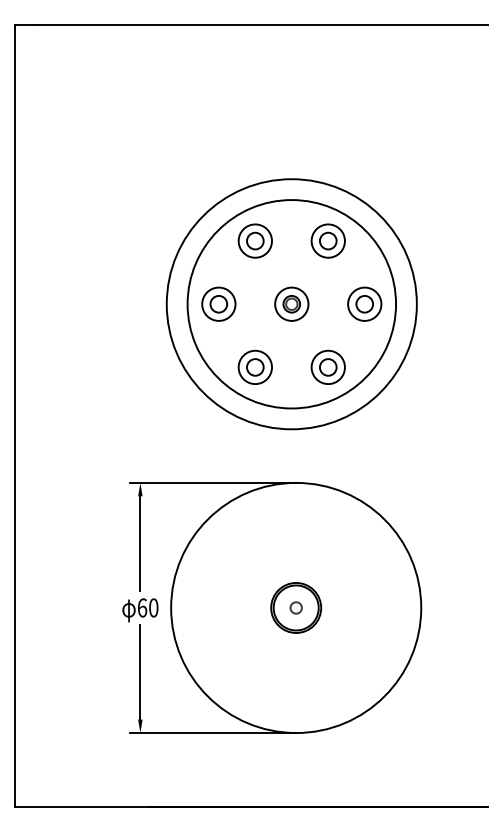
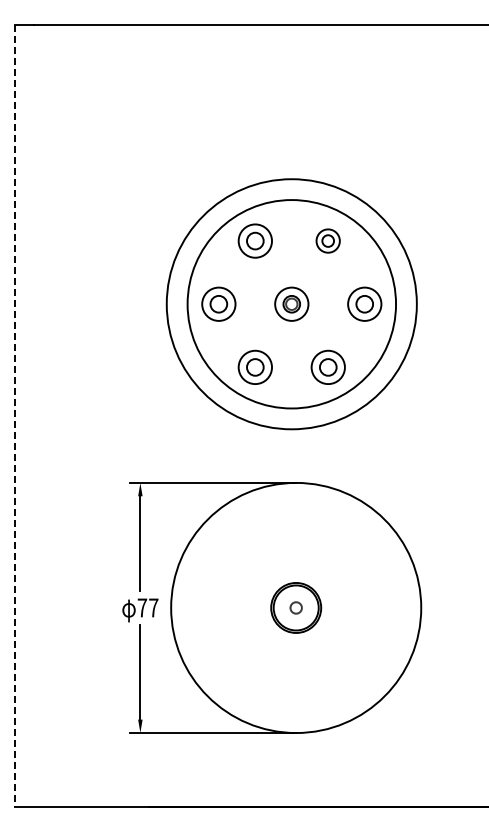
part at (327, 240) size: 36x36 px -> 26x26 px
line at (14, 416): solid -> dashed
text at (147, 607): 60 -> 77
